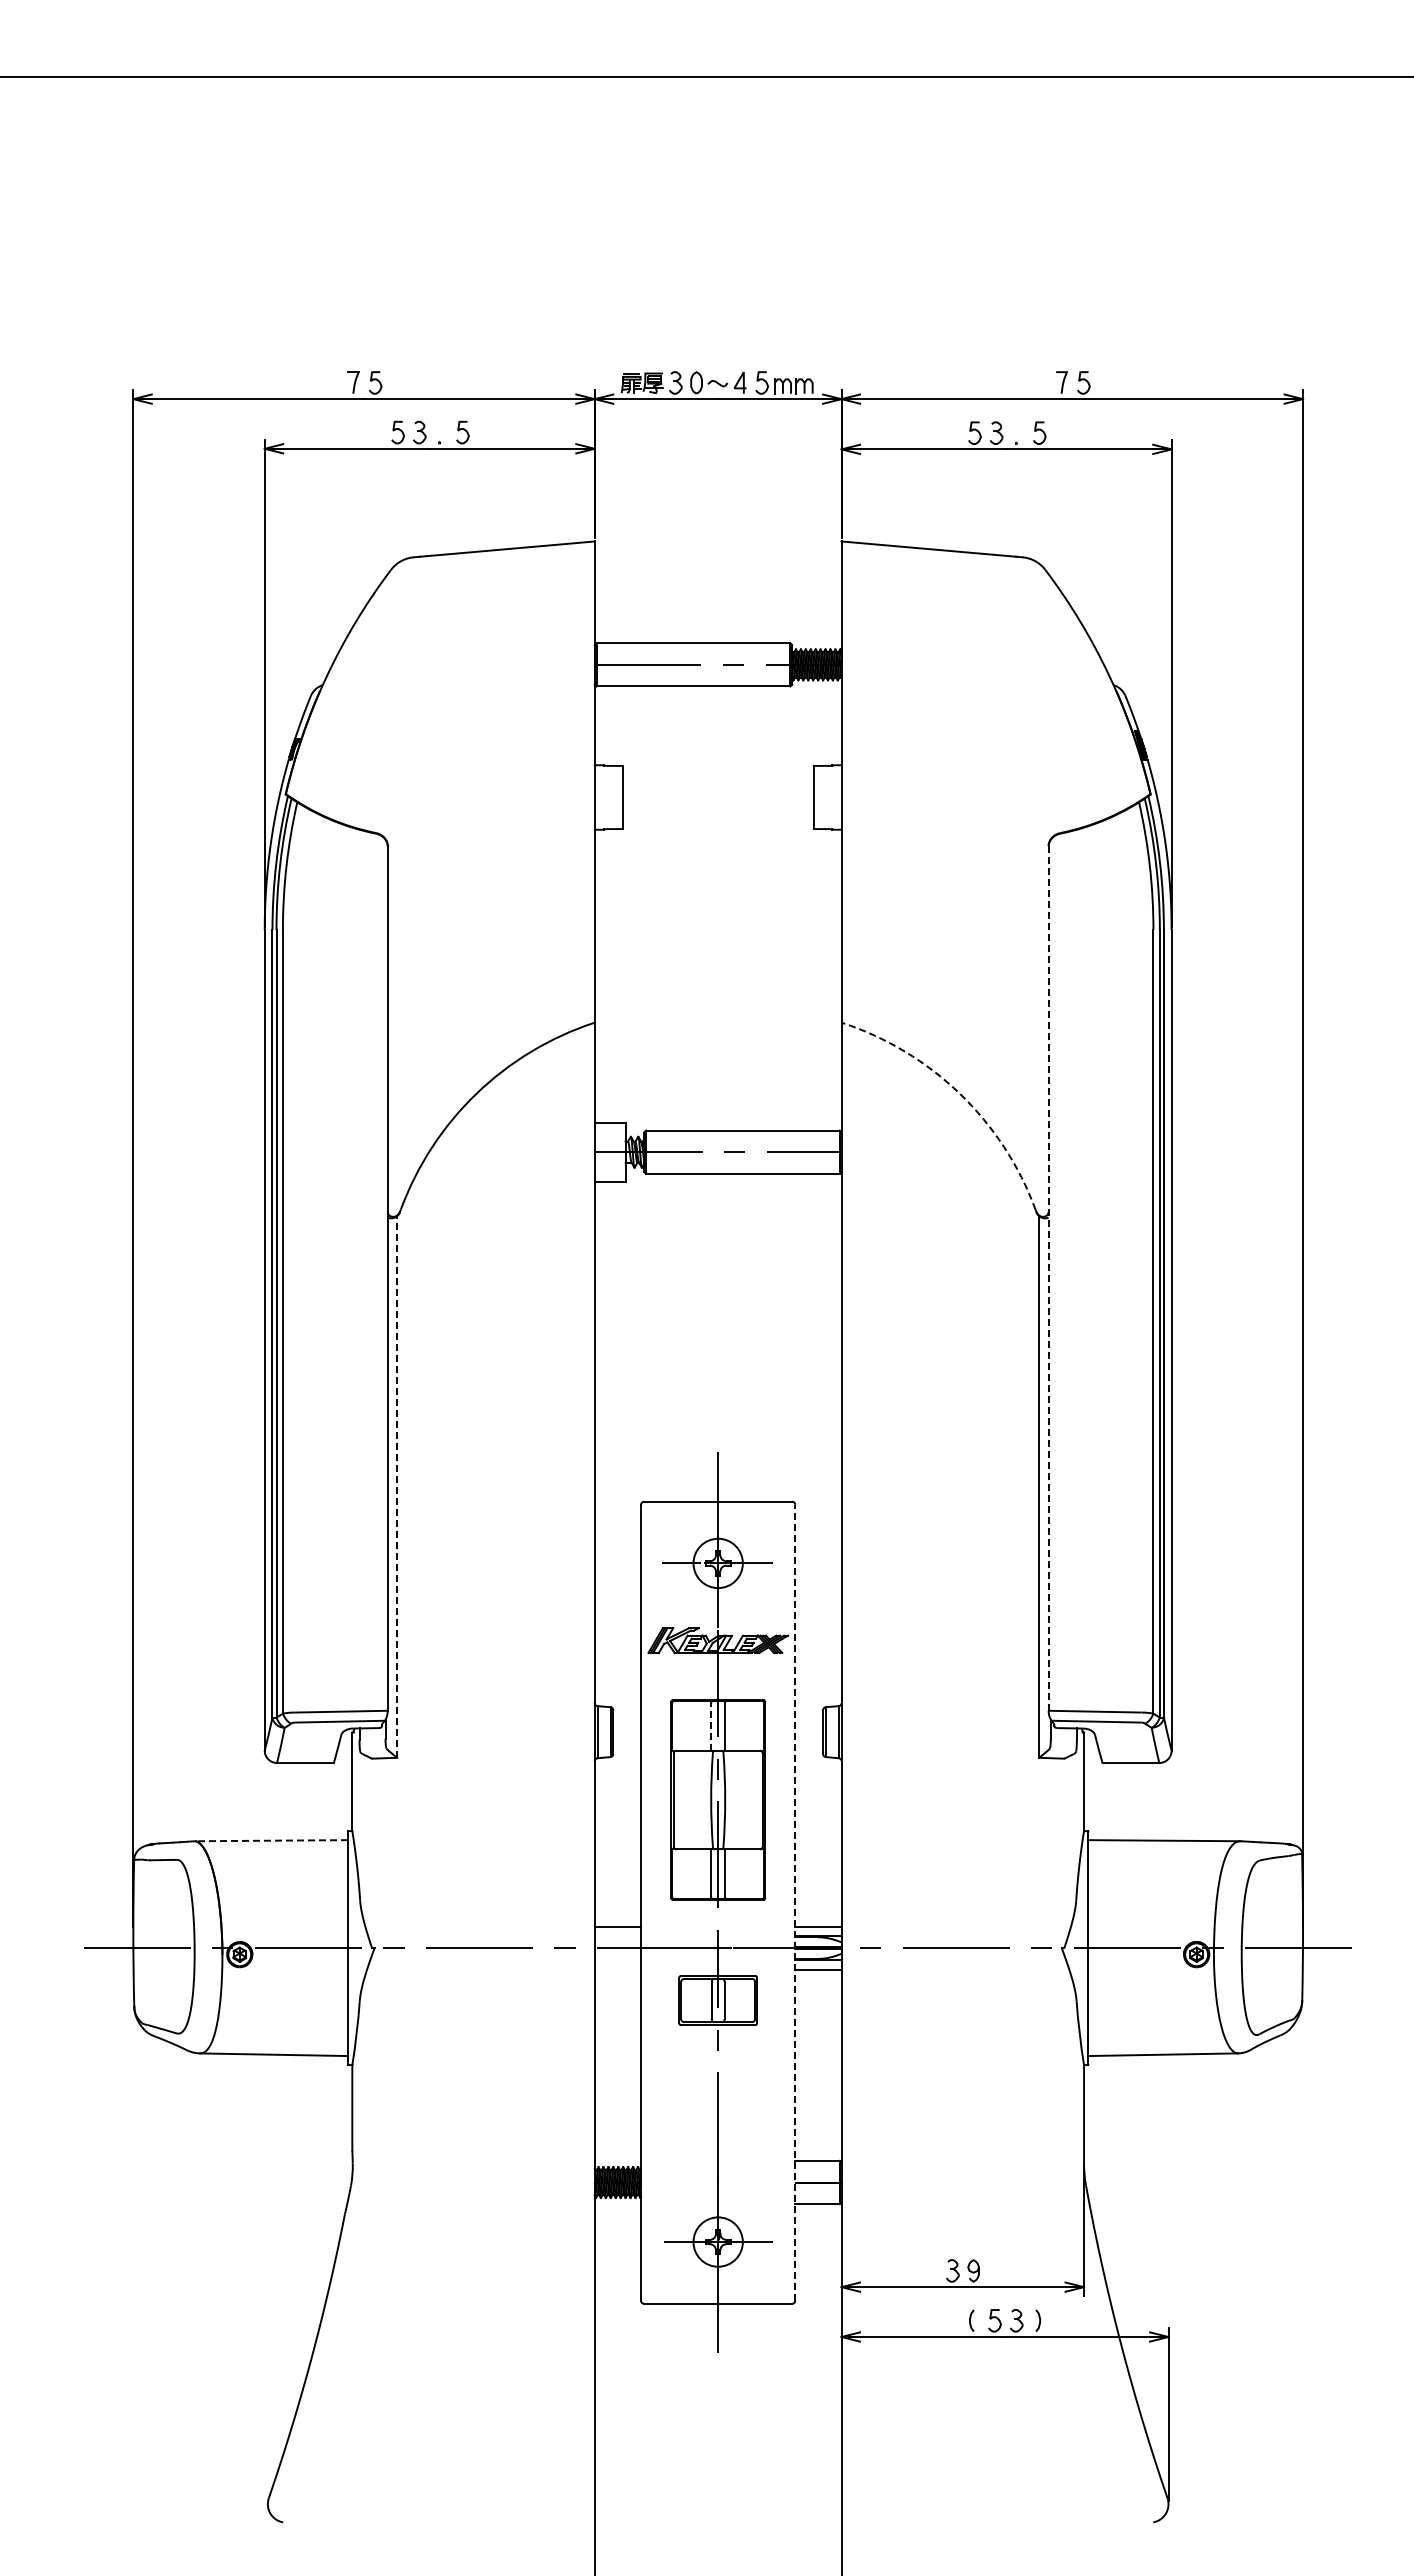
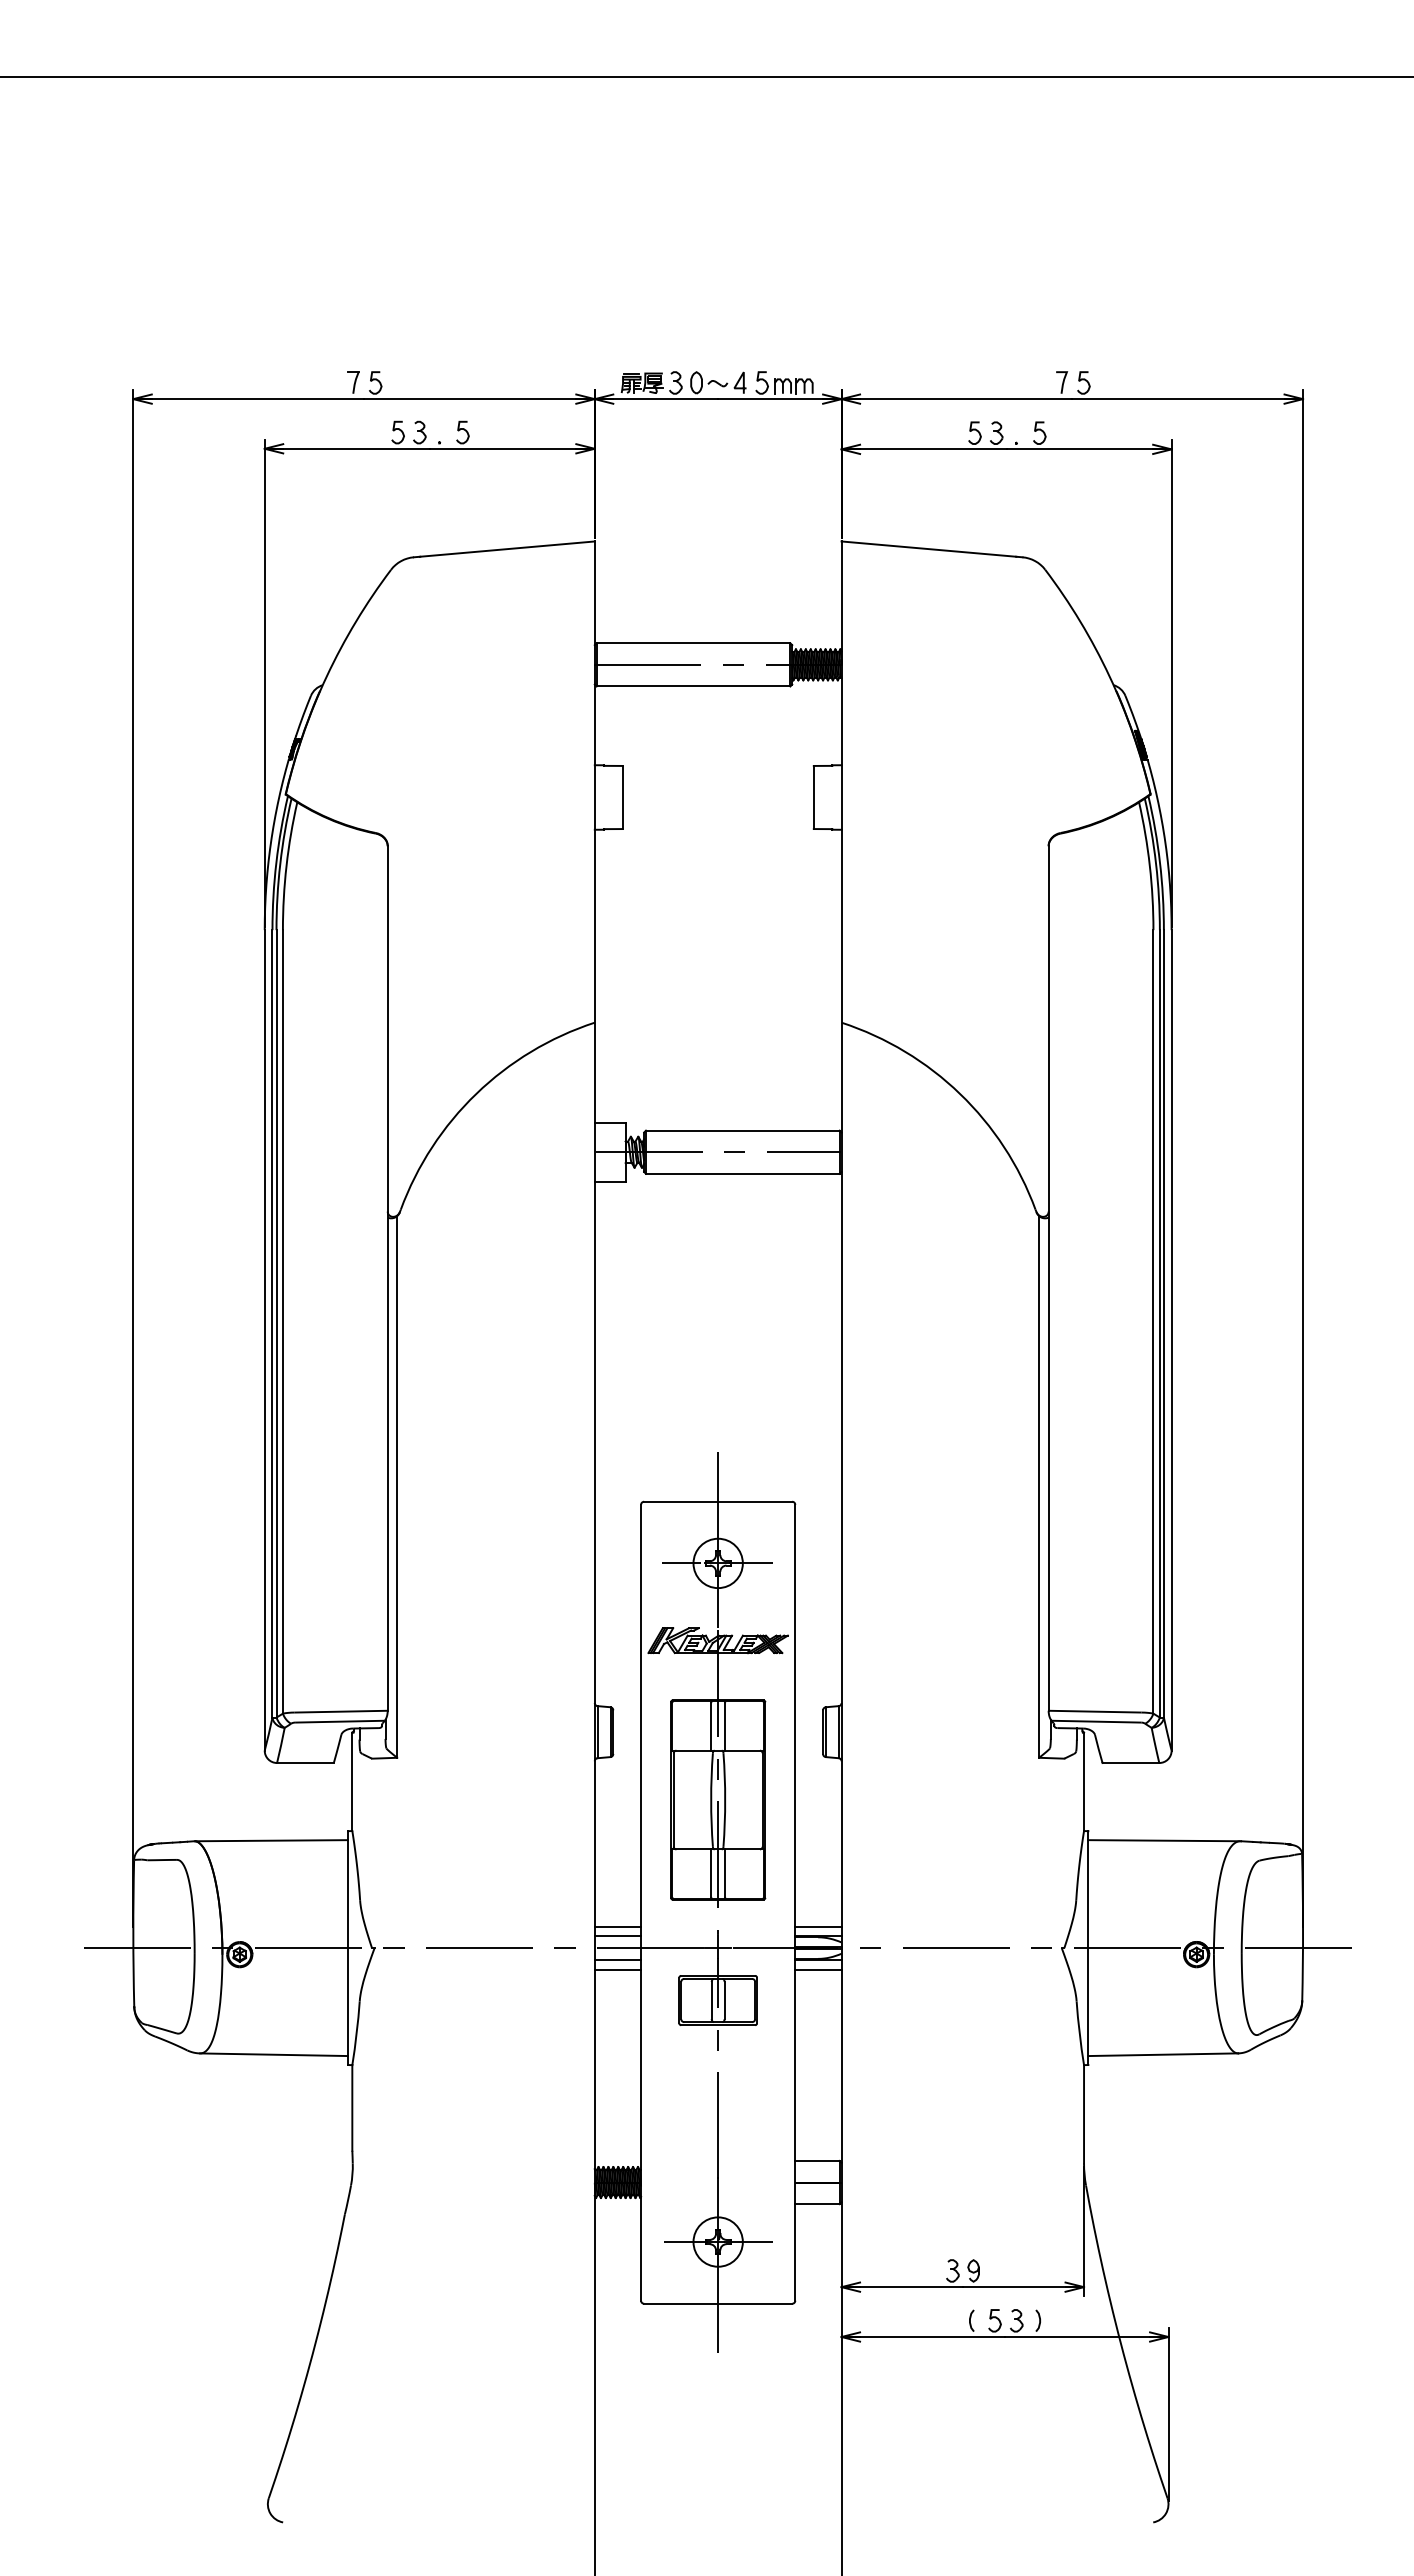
arc at (960, 1093): dashed -> solid
line at (1048, 1277): dashed -> solid
line at (397, 1486): dashed -> solid
line at (711, 1726): dashed -> solid
line at (271, 1840): dashed -> solid
line at (795, 1902): dashed -> solid
line at (617, 1936): none -> present
line at (617, 1960): none -> present
line at (617, 1969): none -> present
